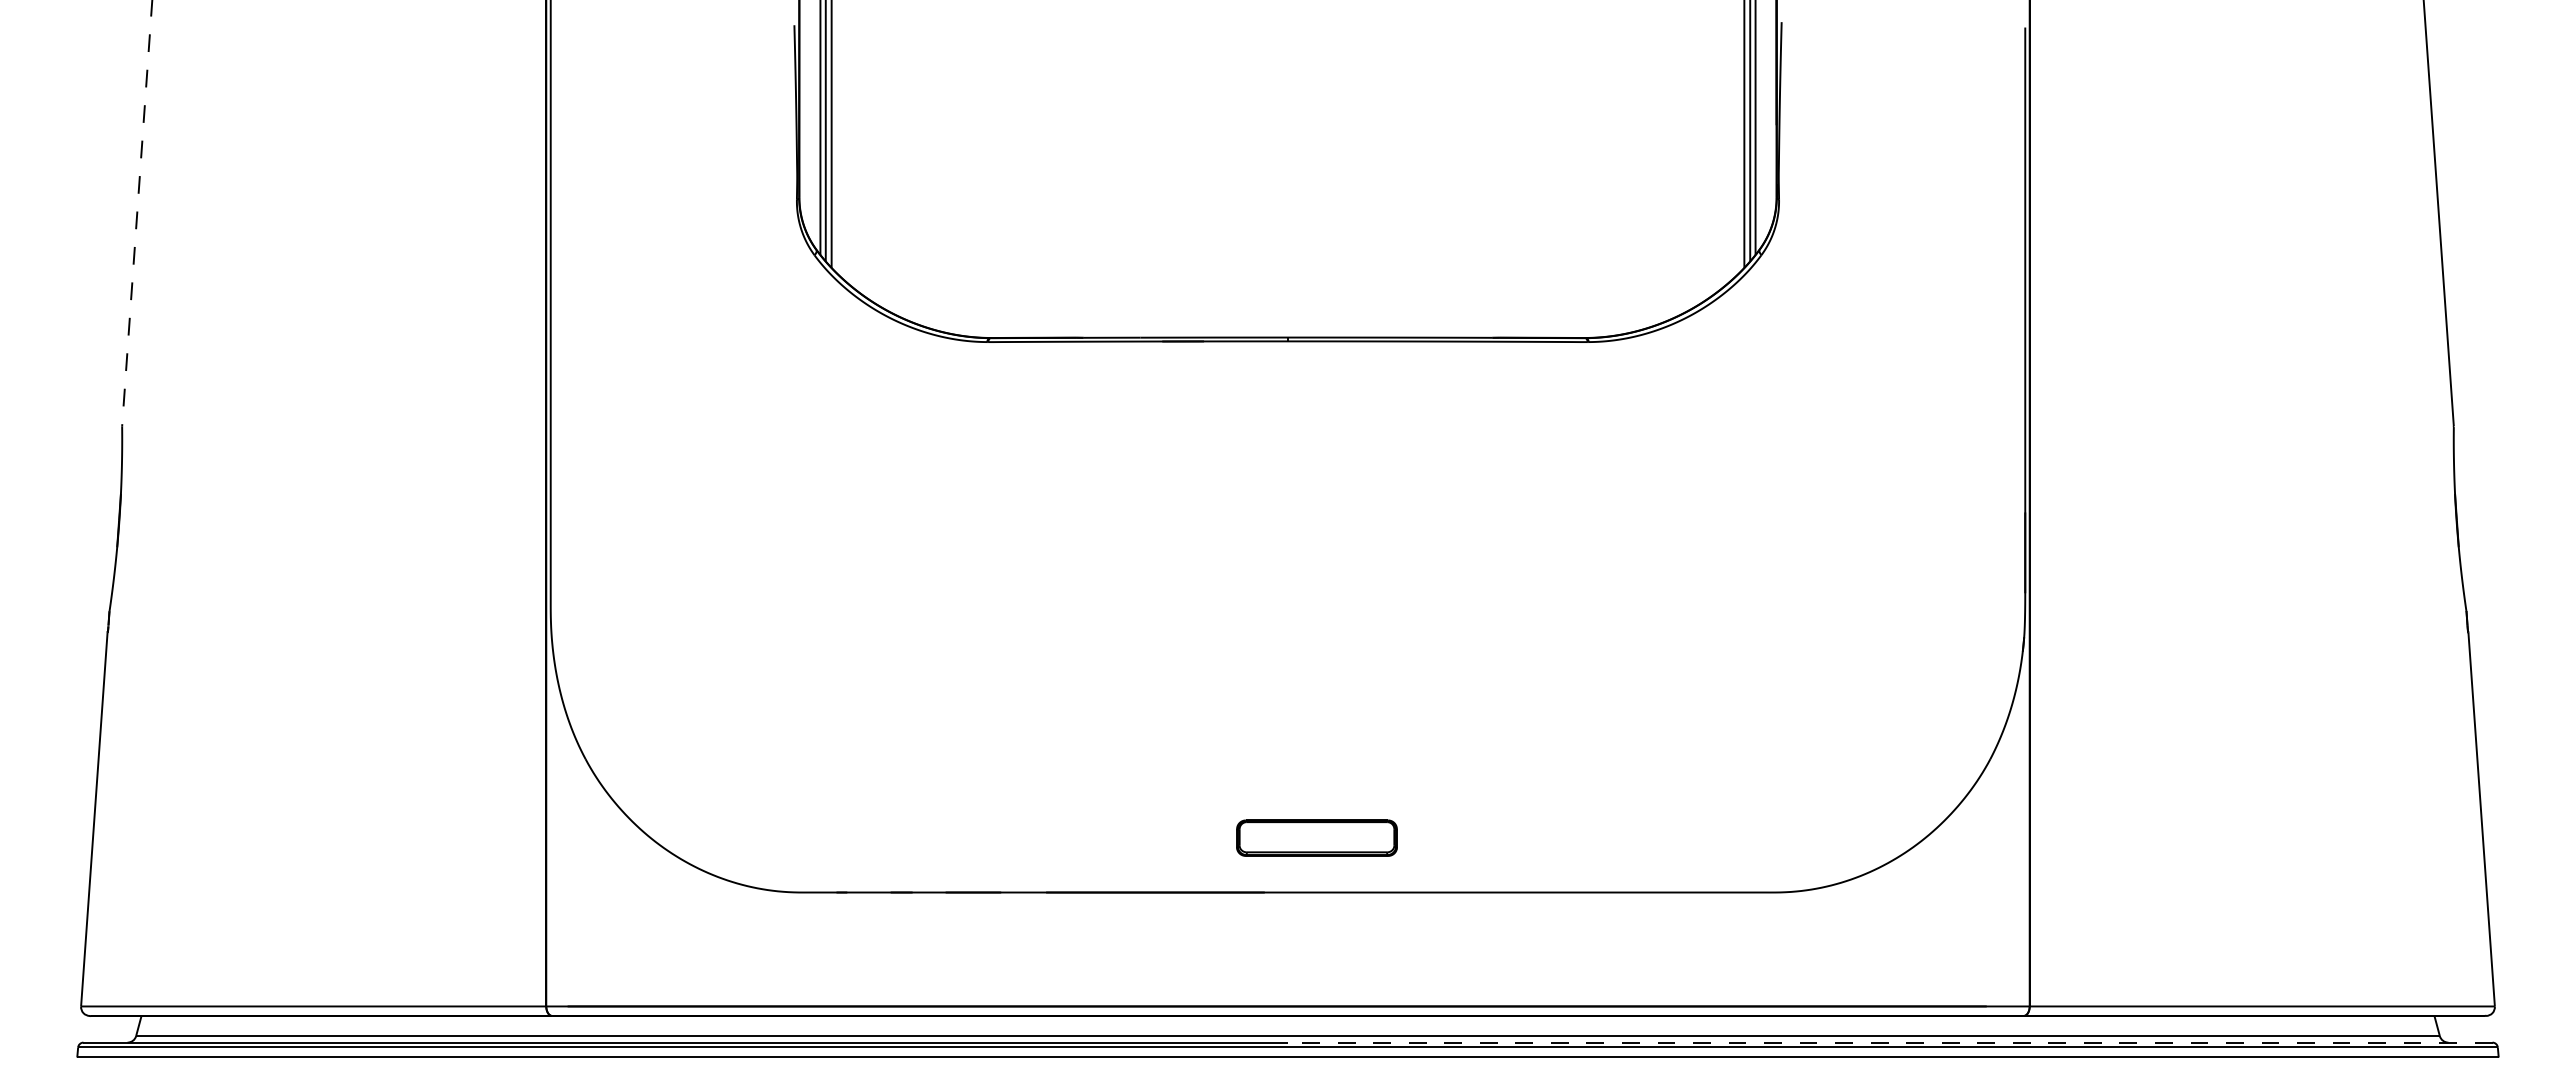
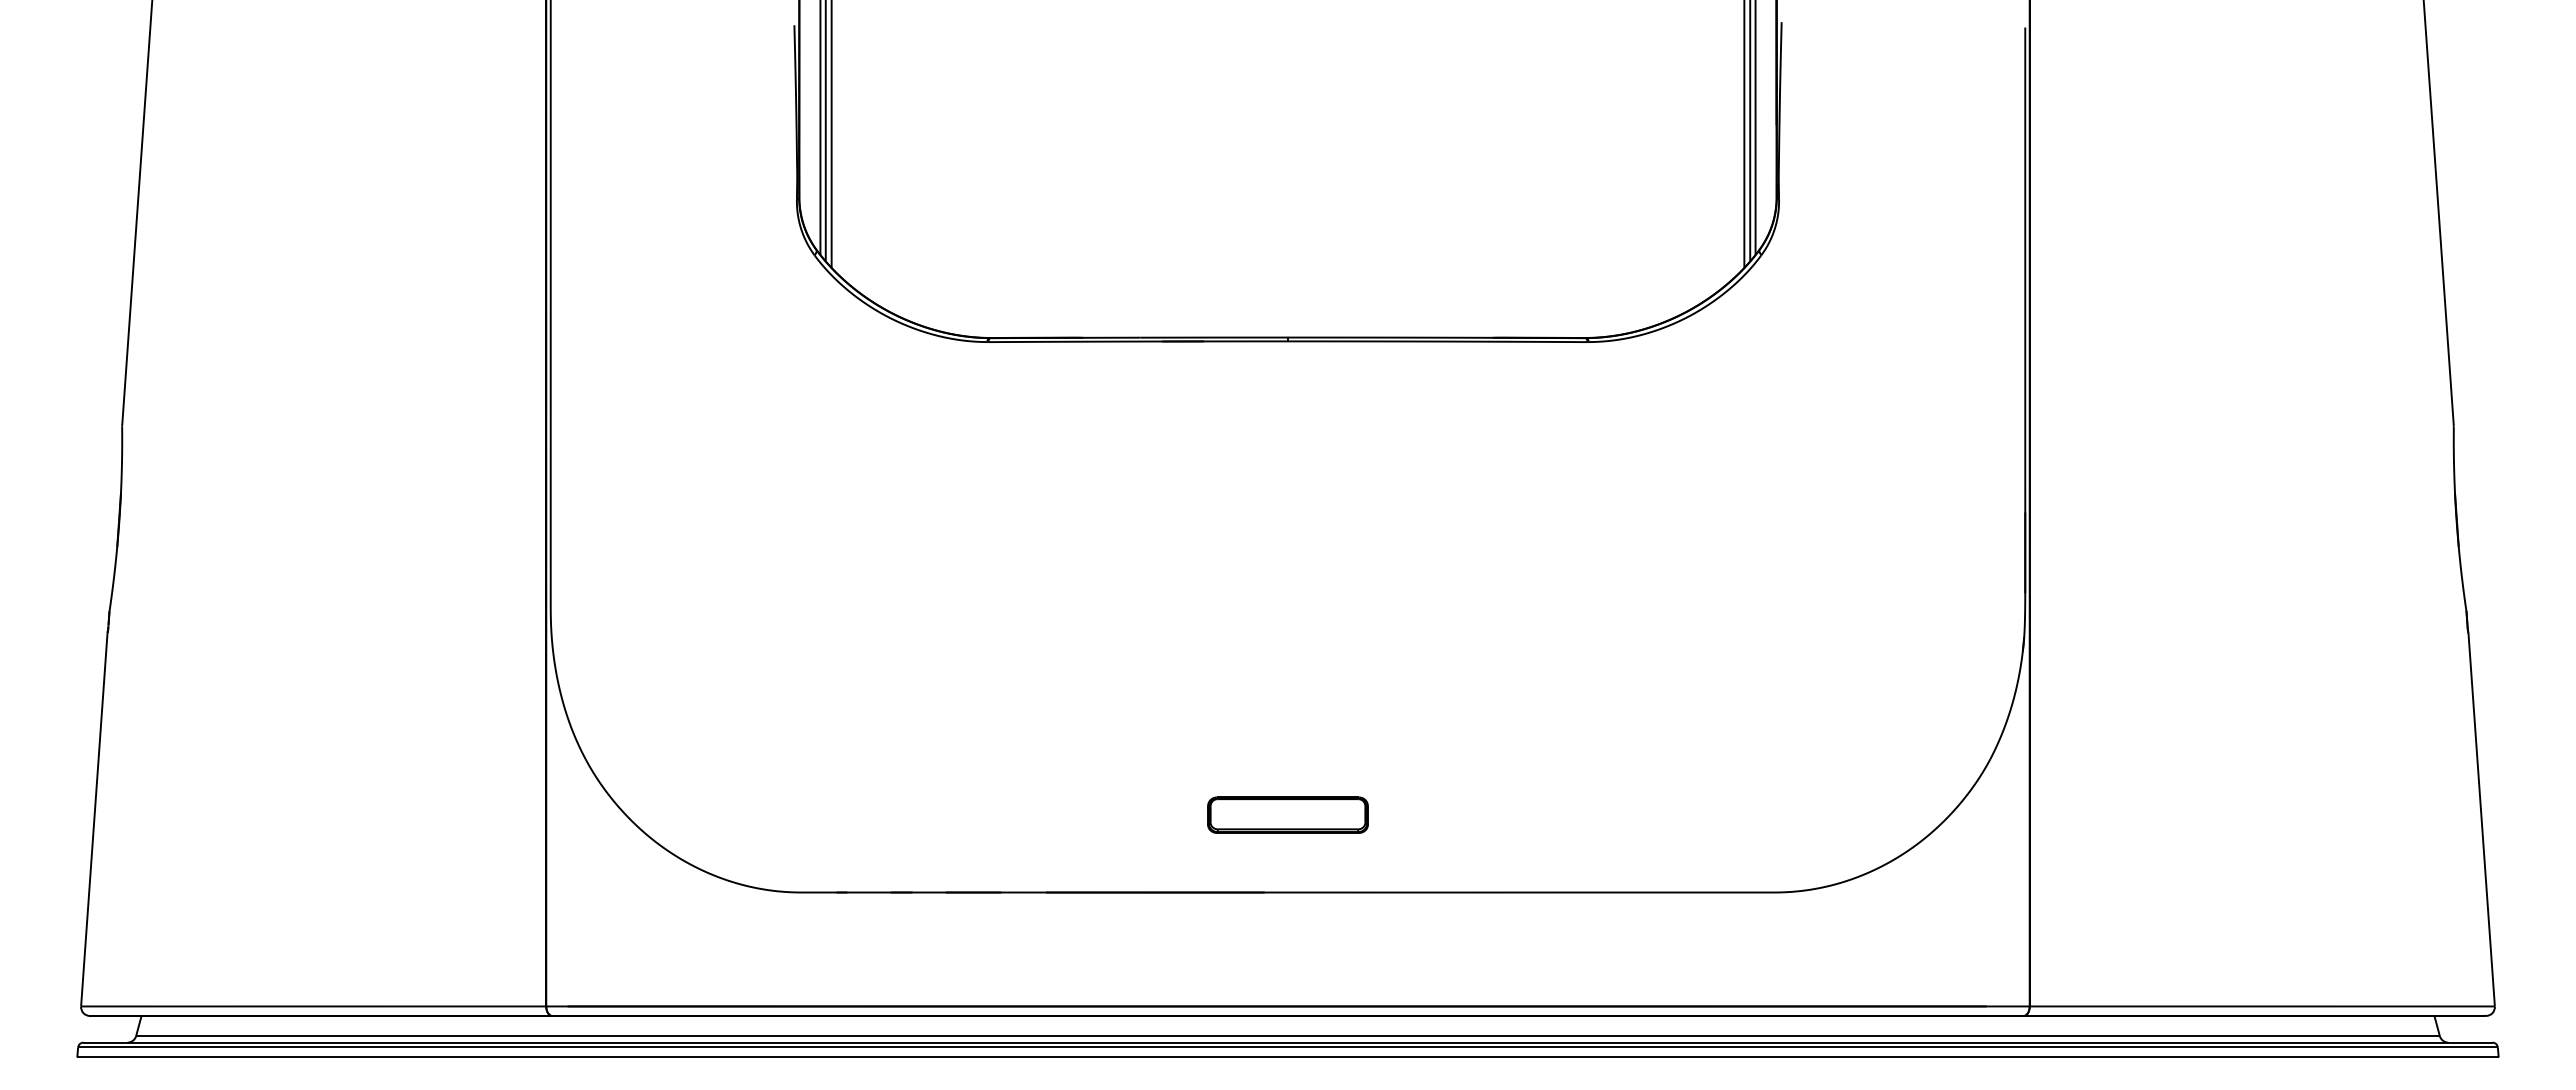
line at (137, 214): dashed -> solid
part at (1316, 837) position: (1316, 837) -> (1287, 814)
line at (1889, 1042): dashed -> solid
